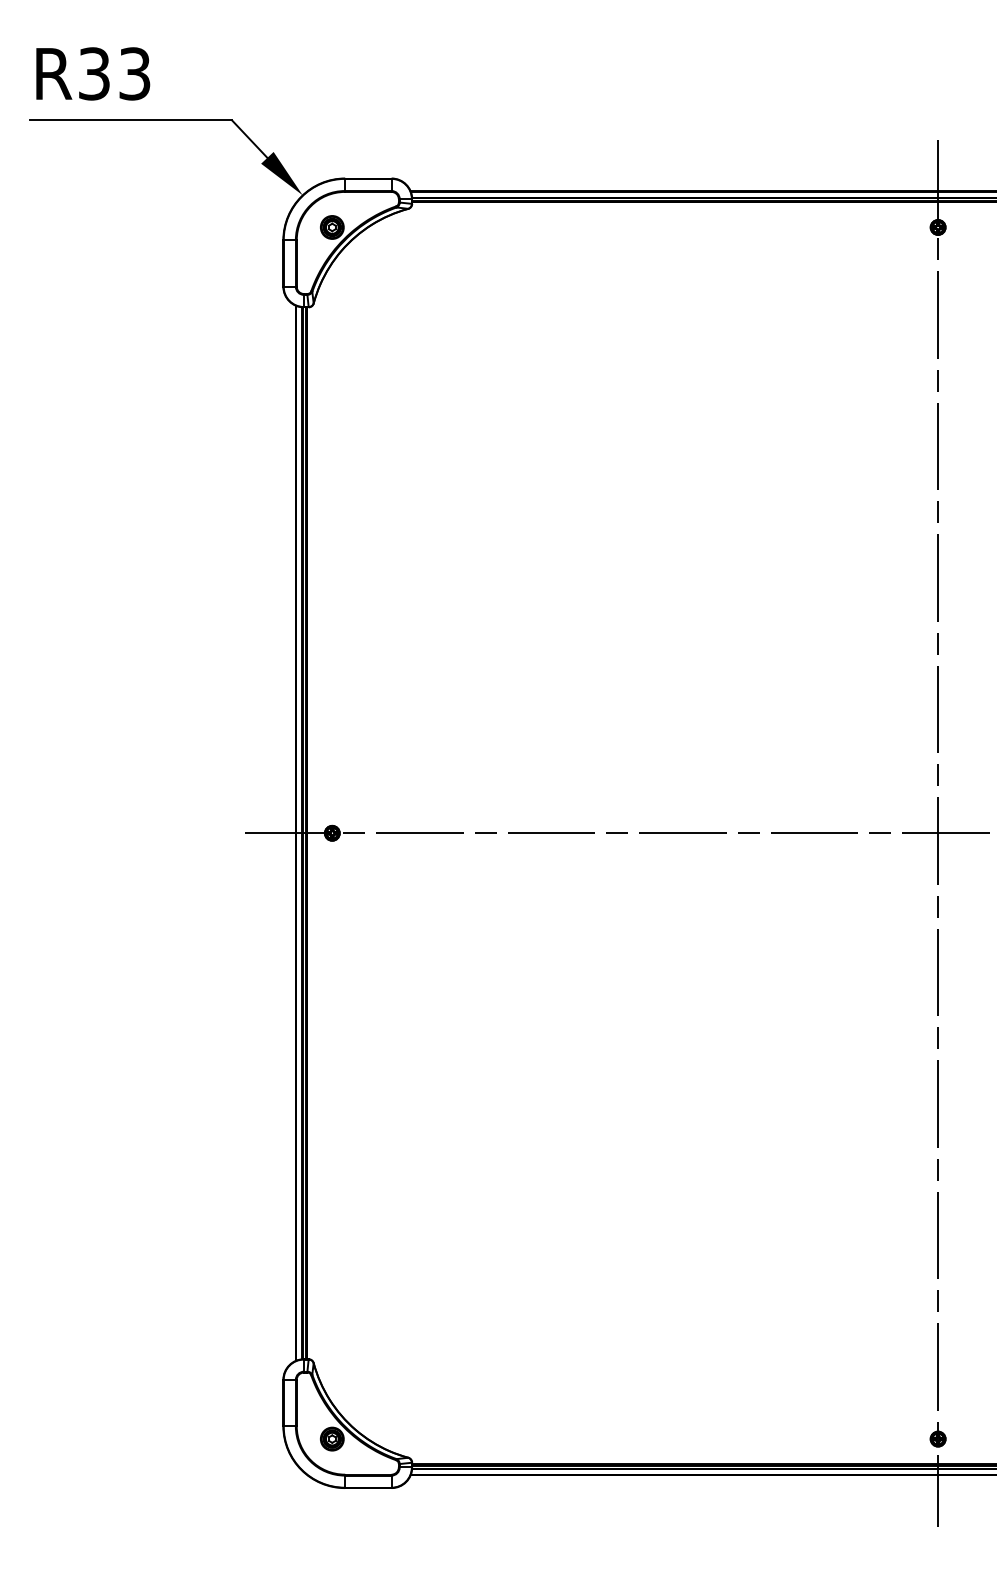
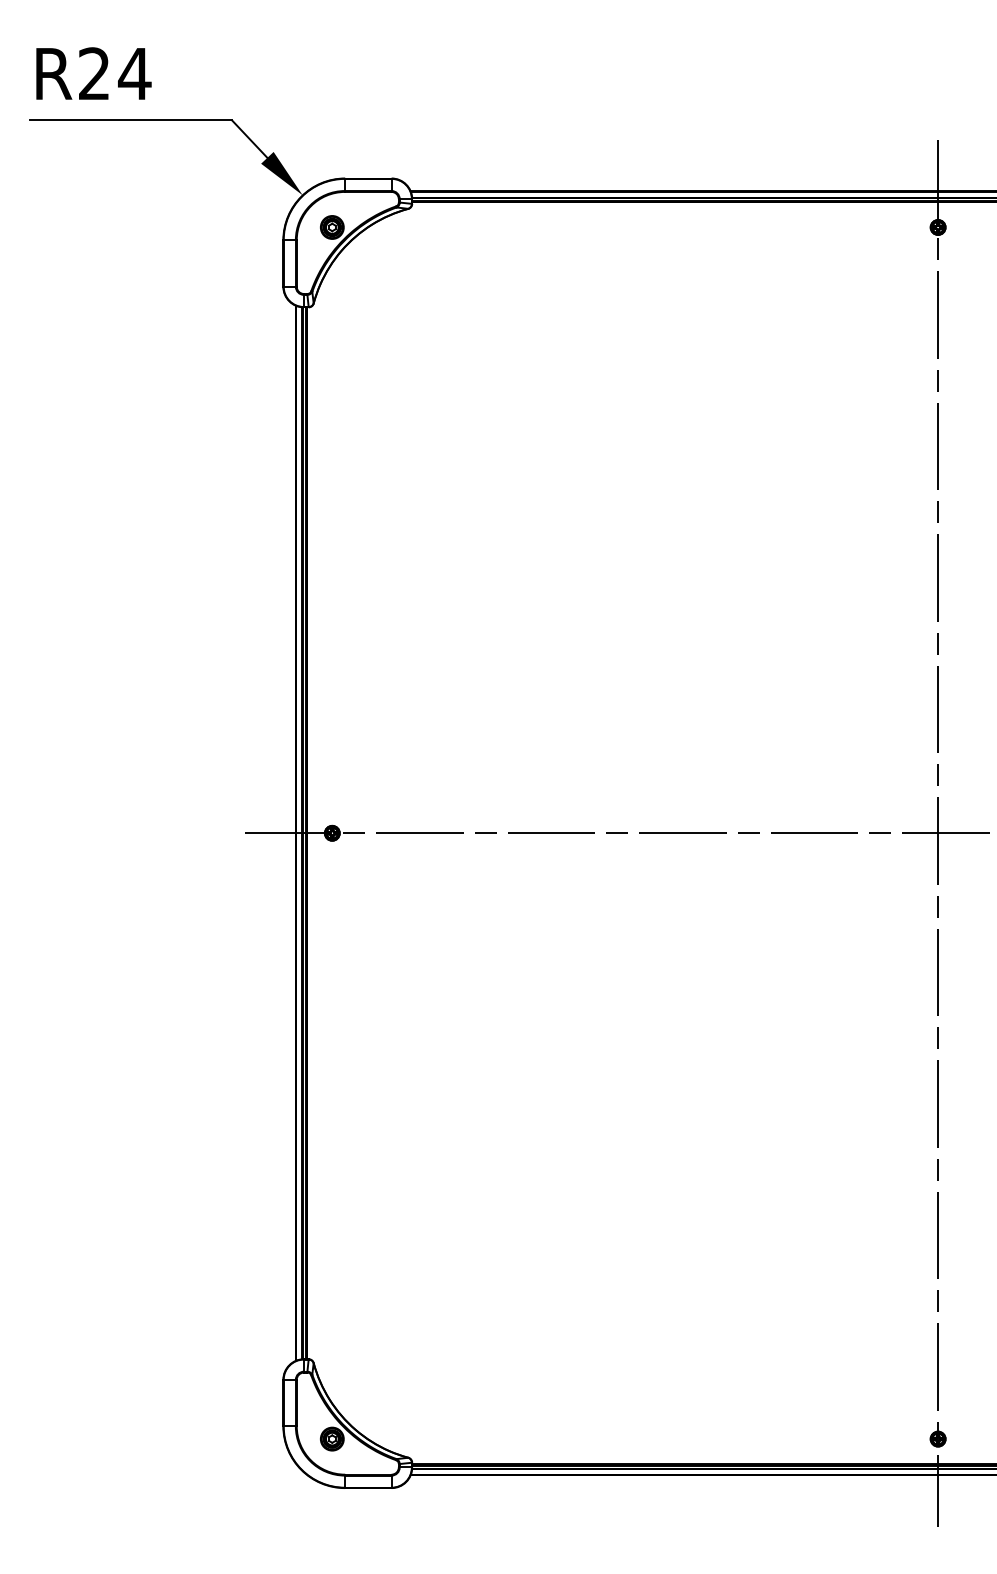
text at (115, 73): R33 -> R24
